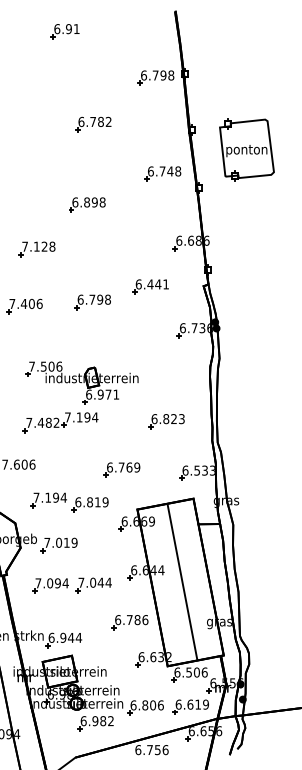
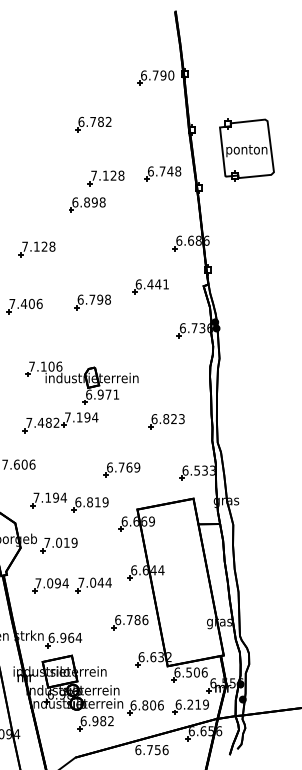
part at (64, 31): present -> none
text at (171, 75): 6.798 -> 6.790
part at (105, 178): none -> present
text at (43, 366): 7.506 -> 7.106
line at (182, 581): present -> none
text at (71, 637): 6.944 -> 6.964
text at (190, 704): 6.619 -> 6.219
